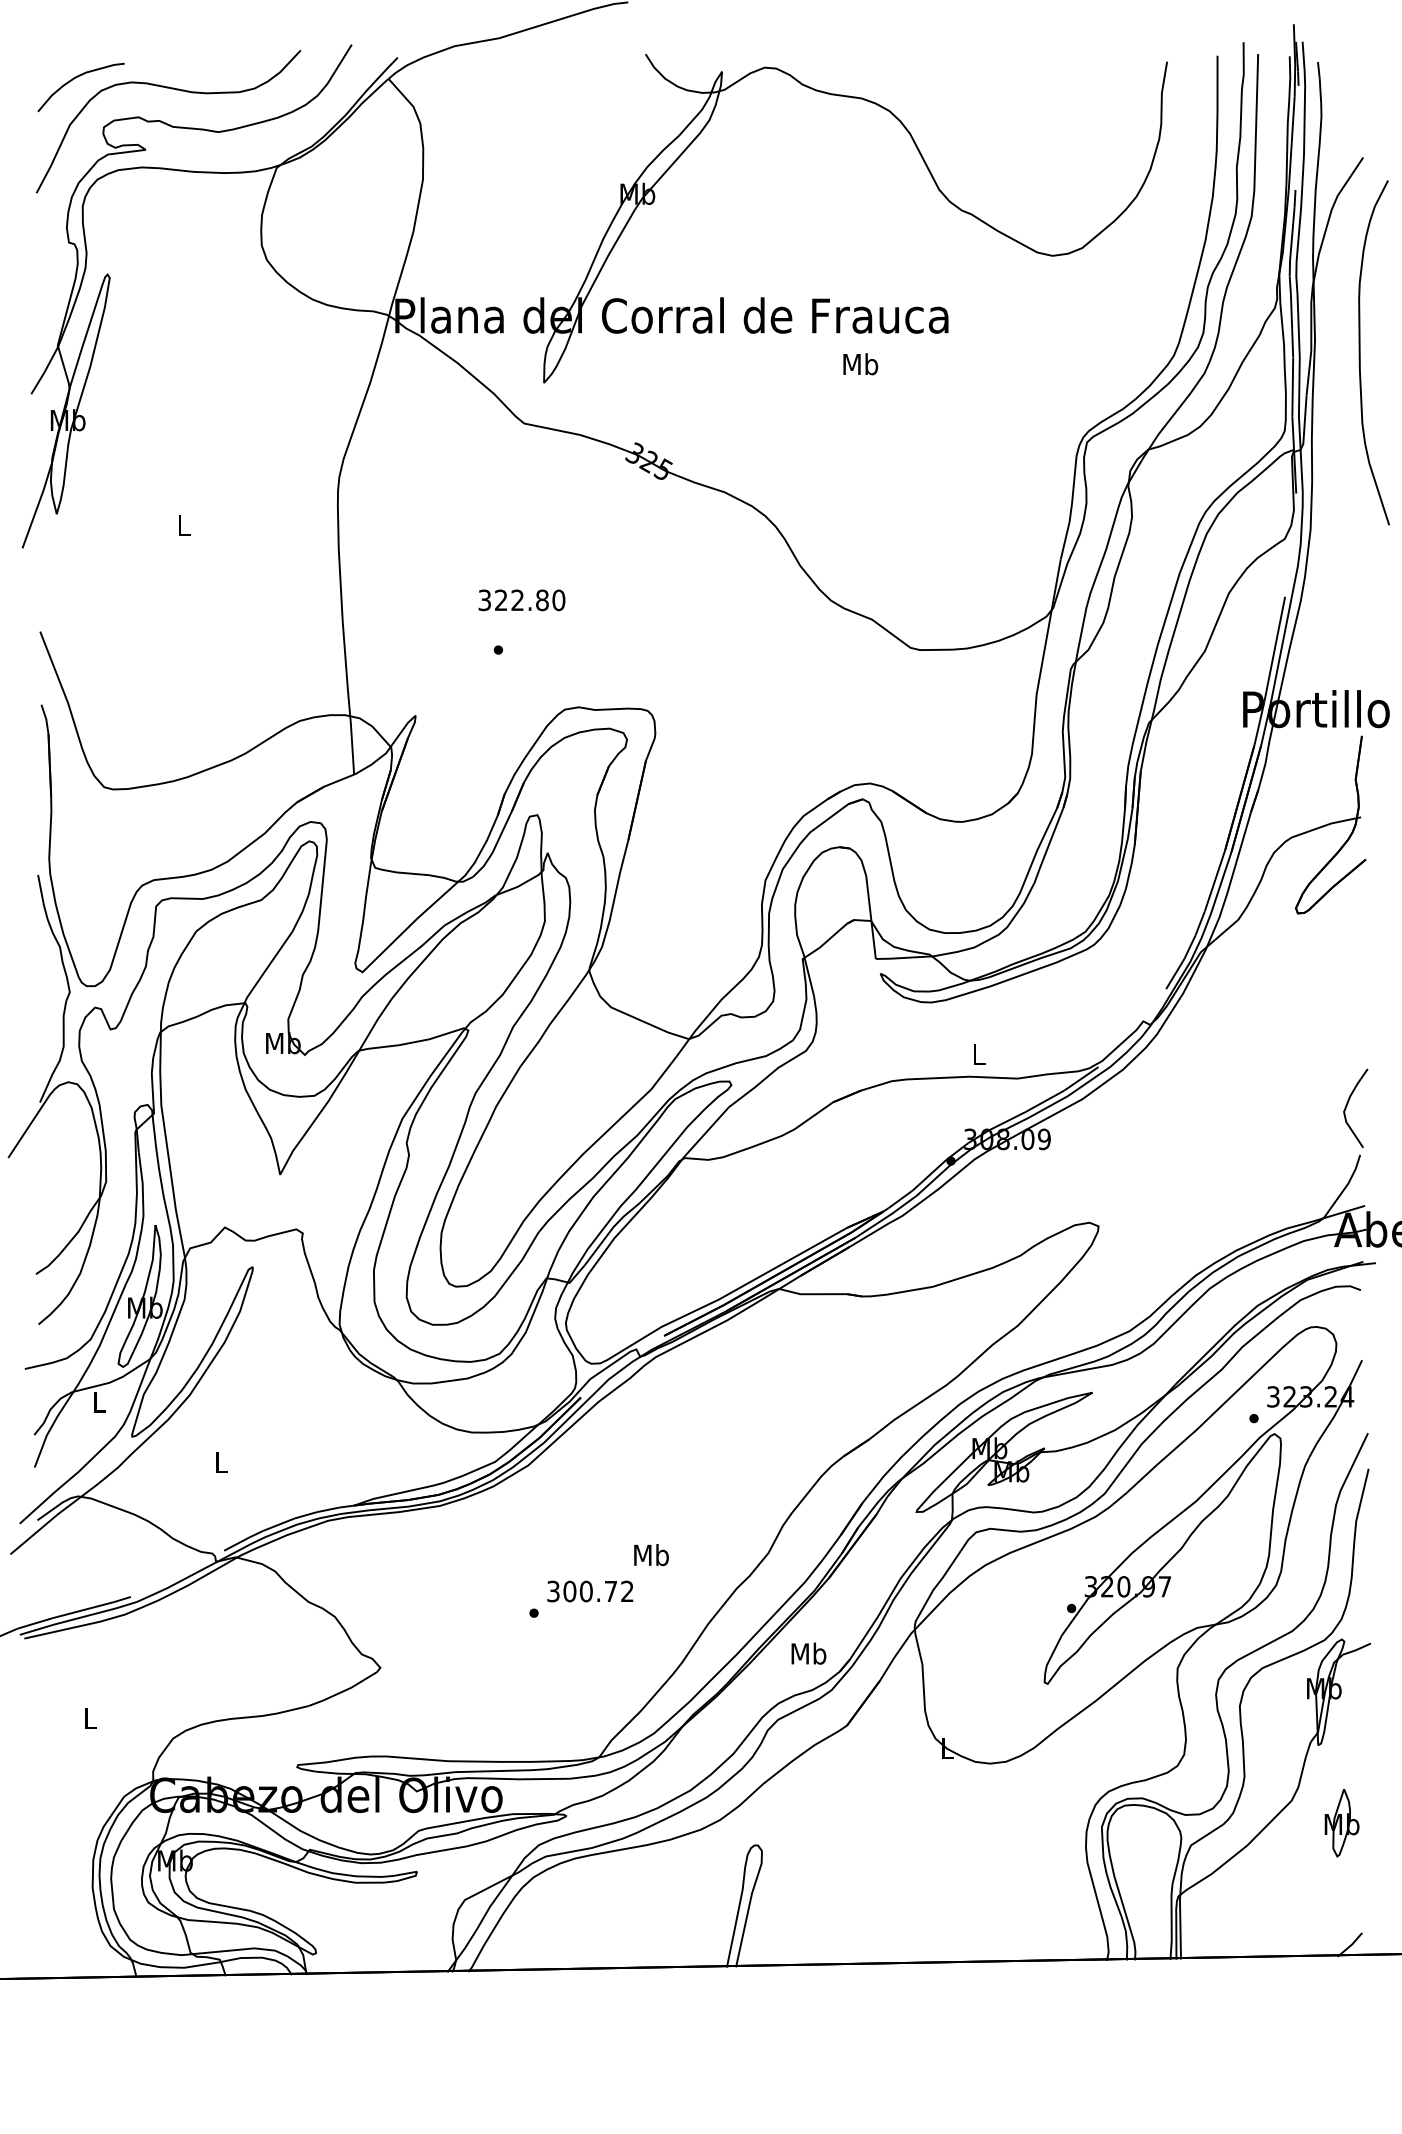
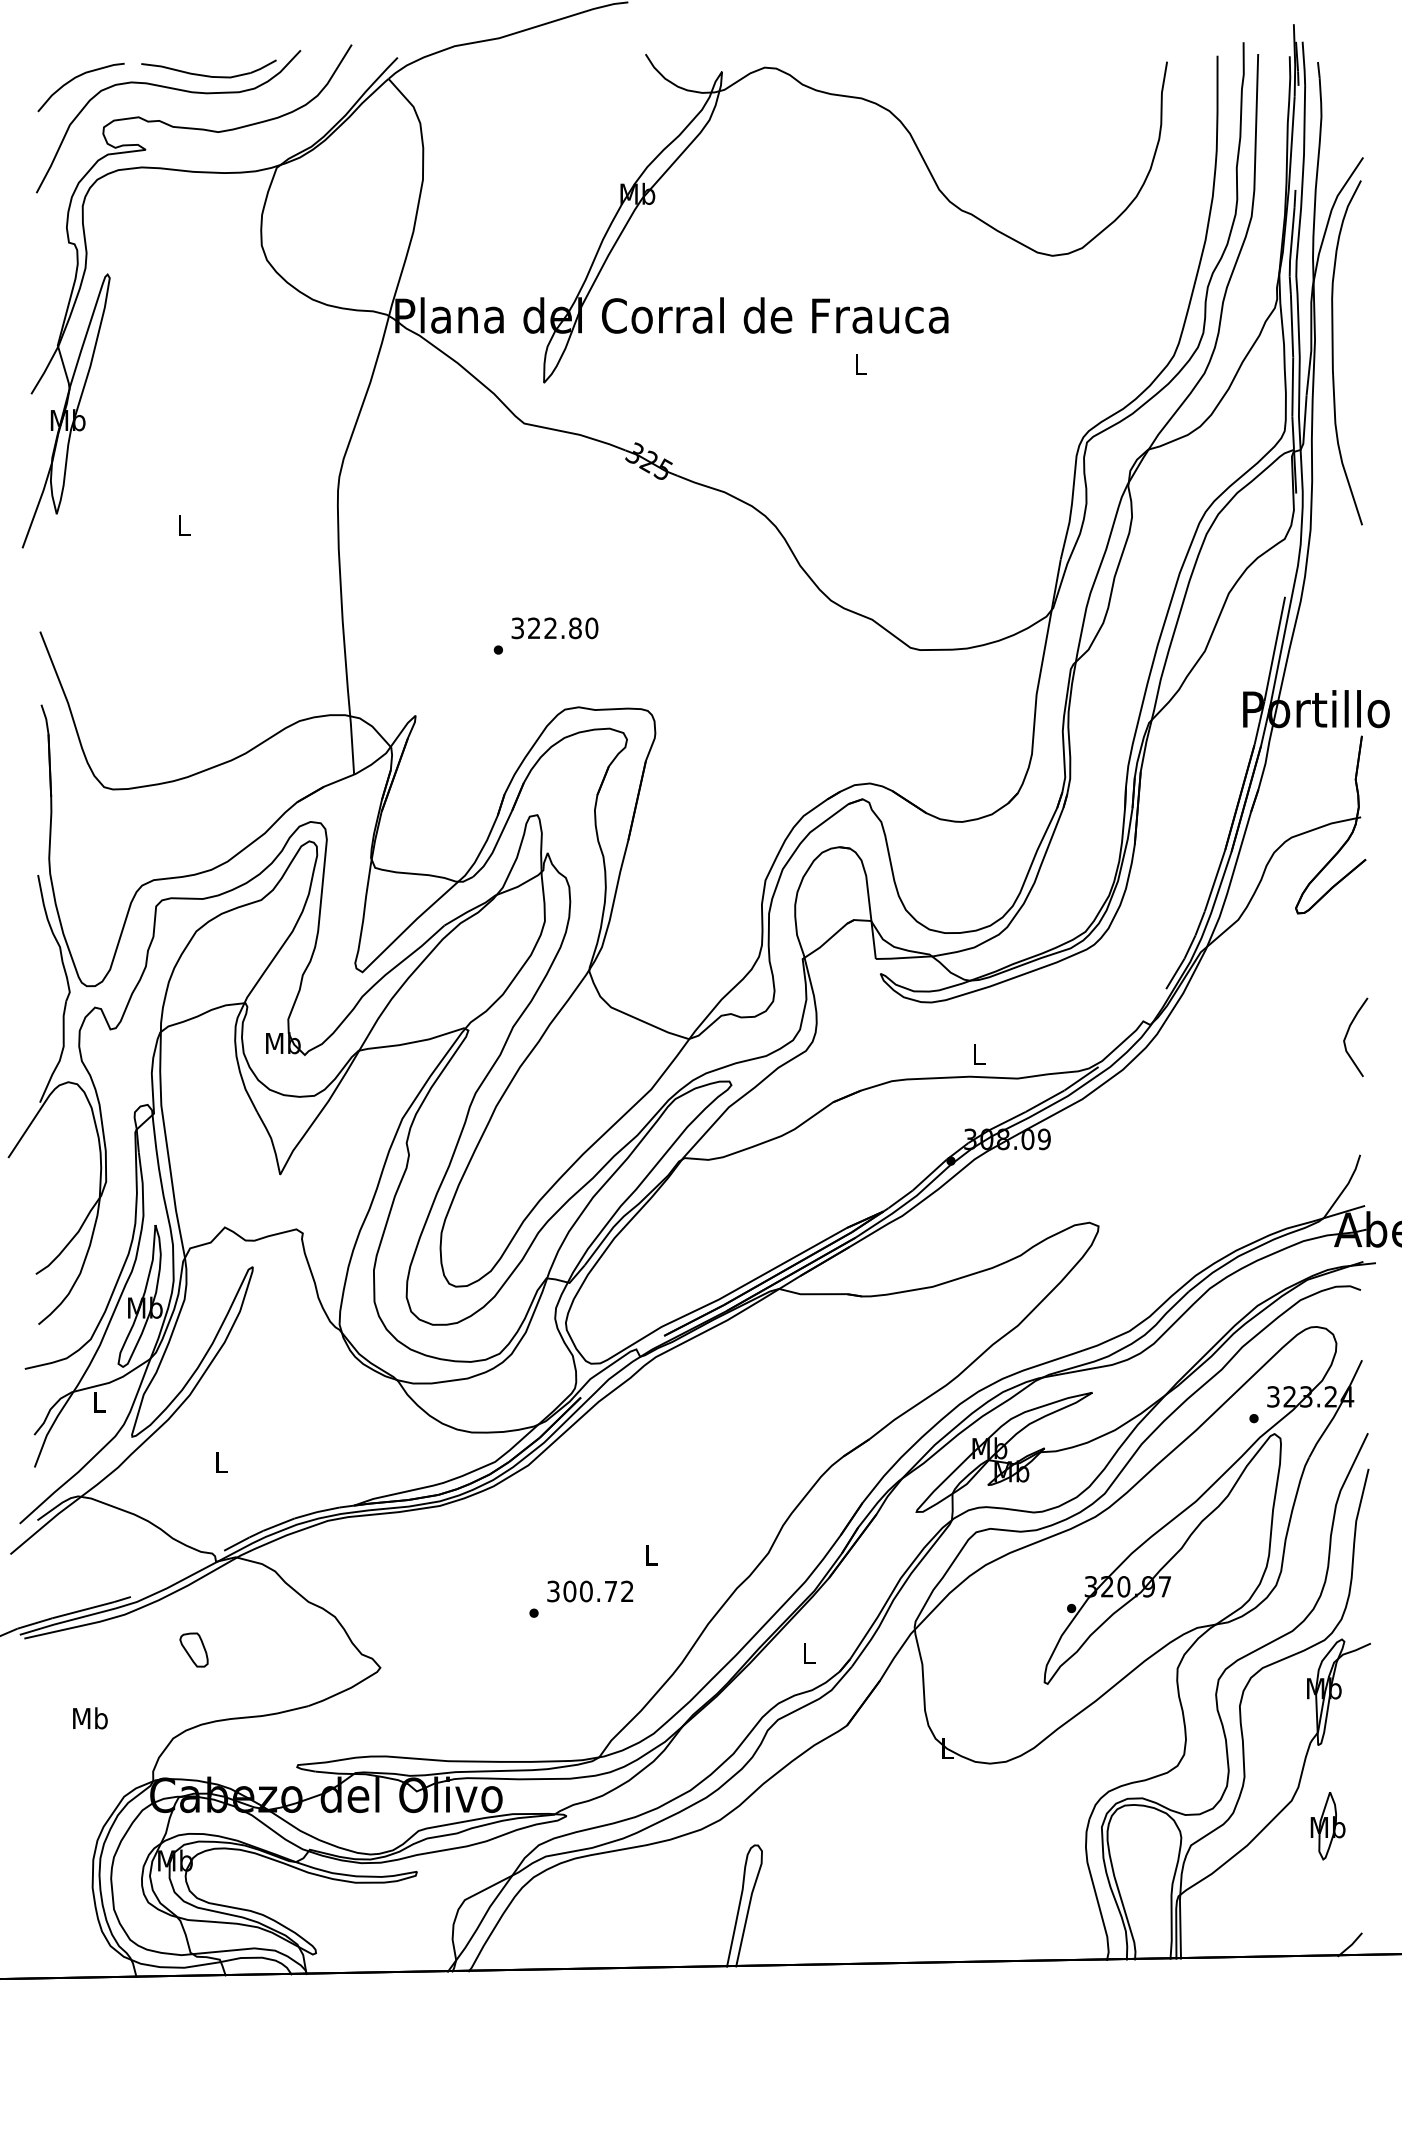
part at (208, 75): none -> present
curve at (1360, 352) position: (1360, 352) -> (1333, 352)
text at (860, 364): Mb -> L
text at (521, 600) position: (521, 600) -> (554, 628)
curve at (1347, 1106) position: (1347, 1106) -> (1347, 1035)
text at (651, 1555): Mb -> L
part at (193, 1649): none -> present
text at (808, 1653): Mb -> L
text at (90, 1718): L -> Mb
part at (1341, 1823) position: (1341, 1823) -> (1327, 1826)
